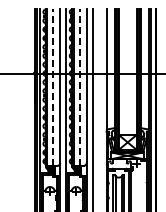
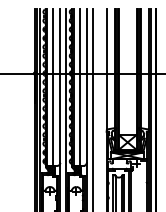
line at (53, 86): dashed -> solid
line at (79, 86): dashed -> solid
